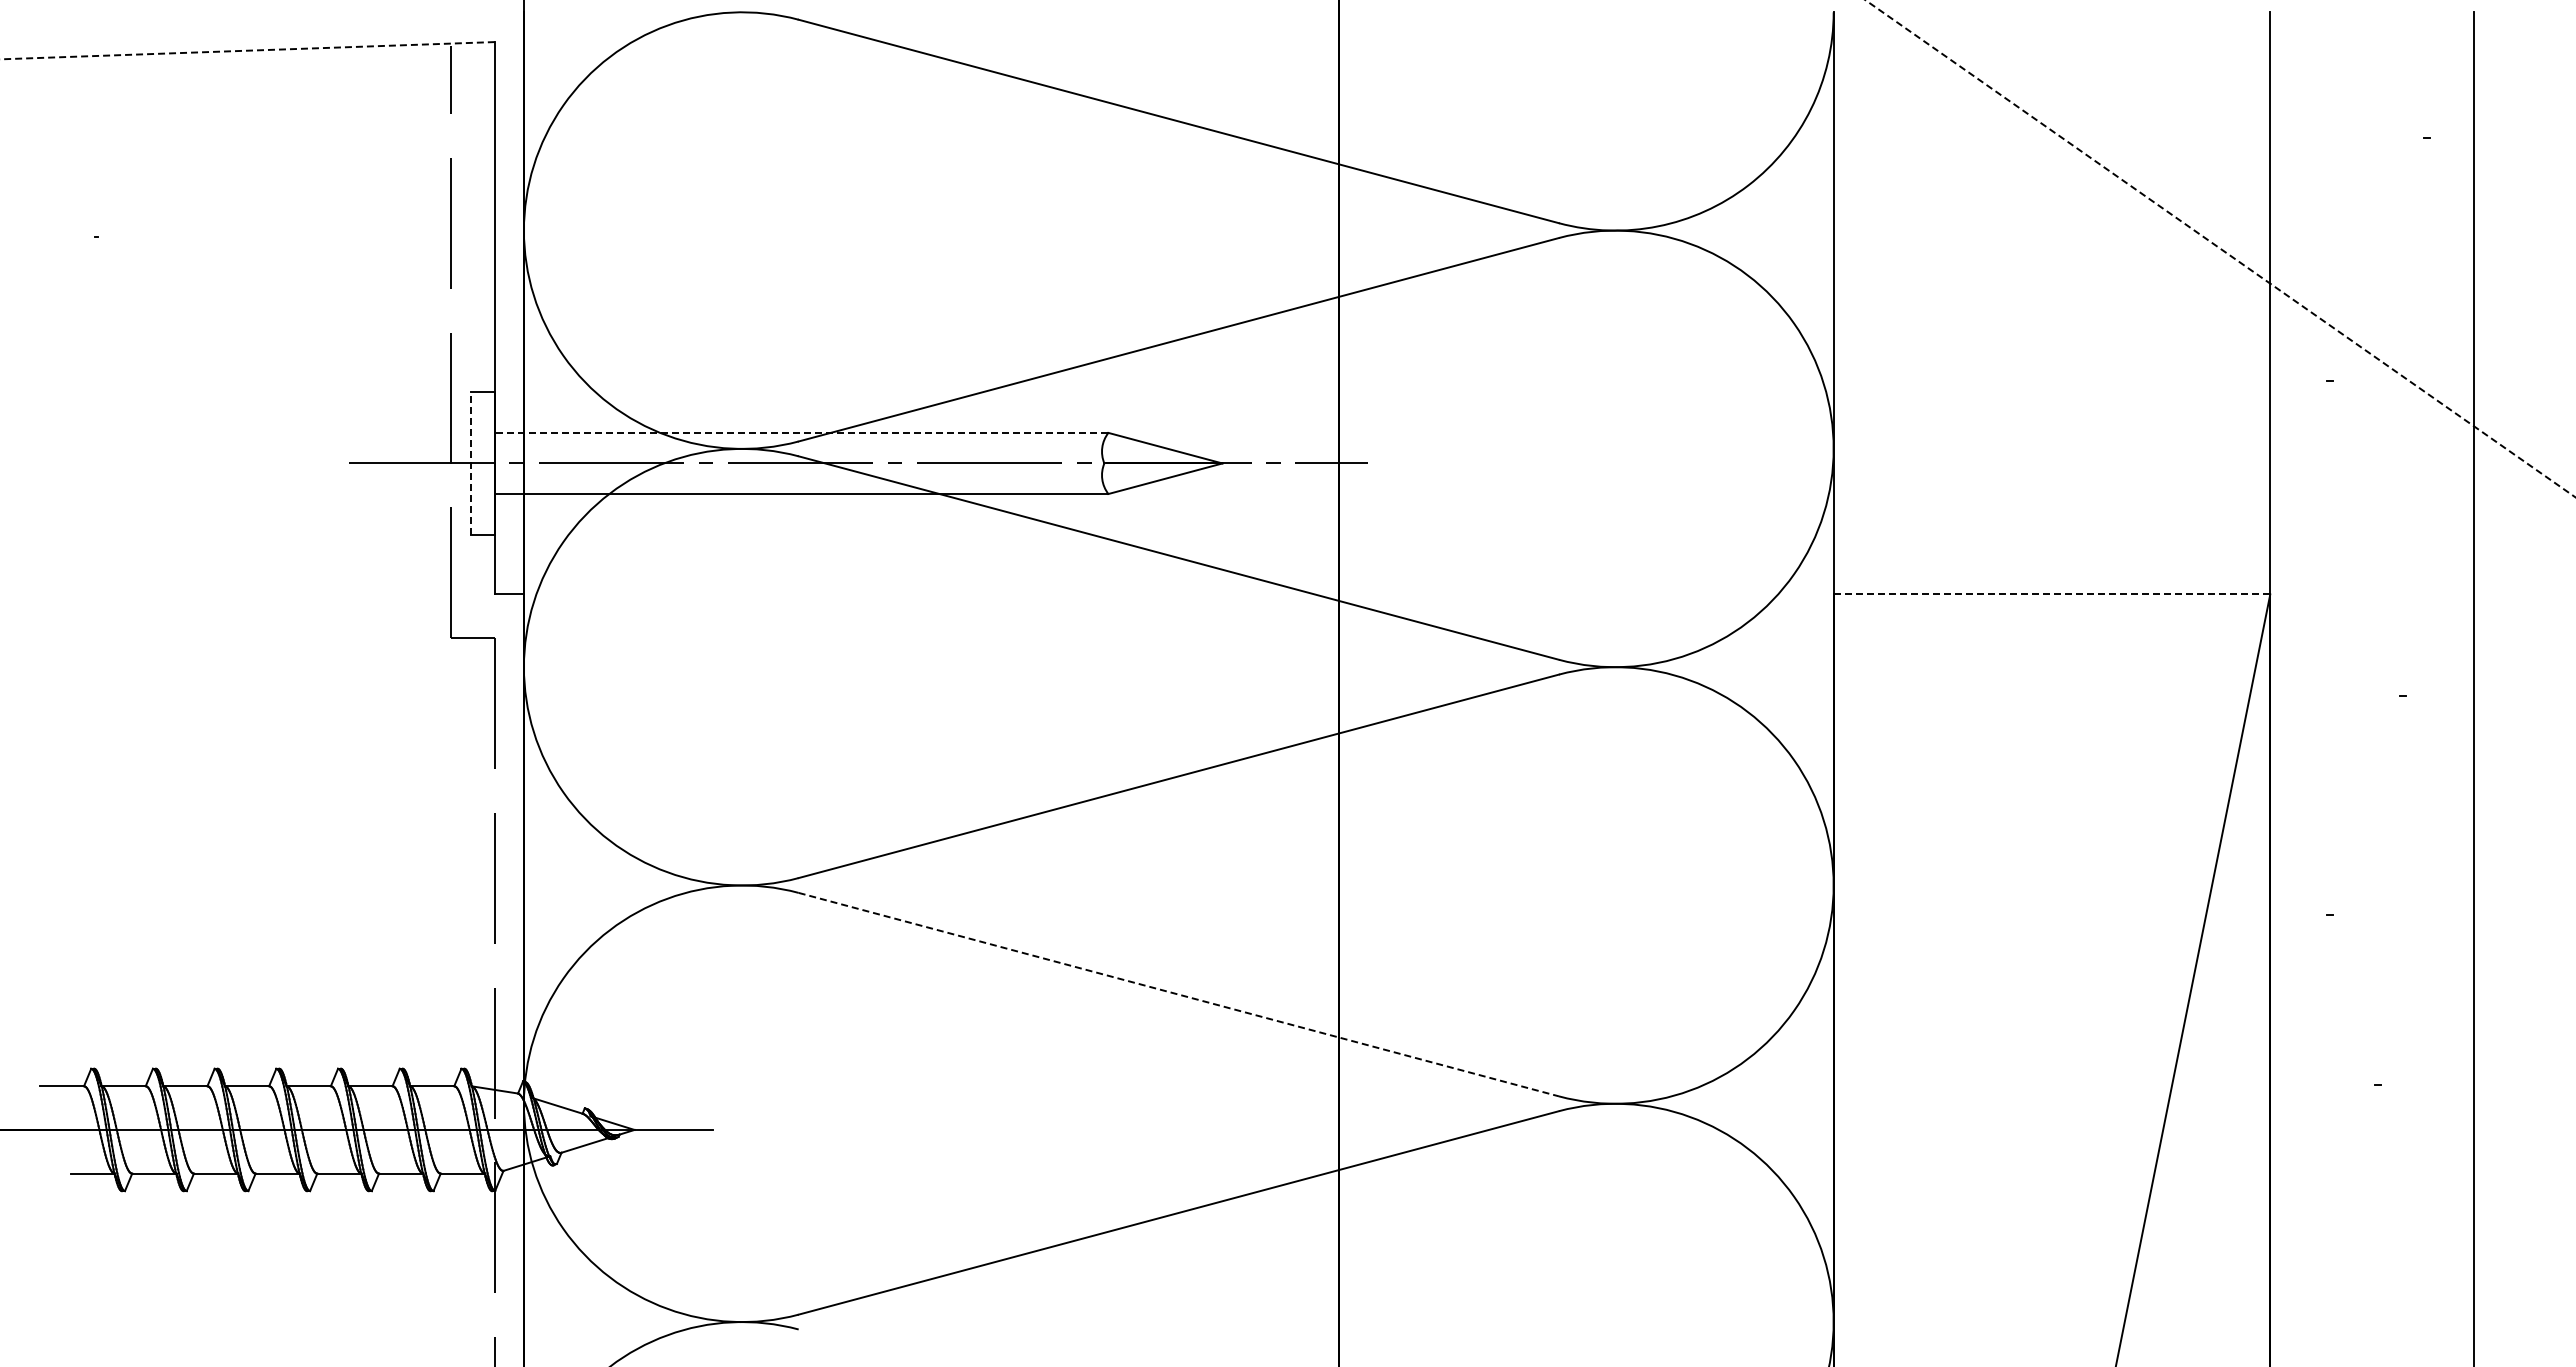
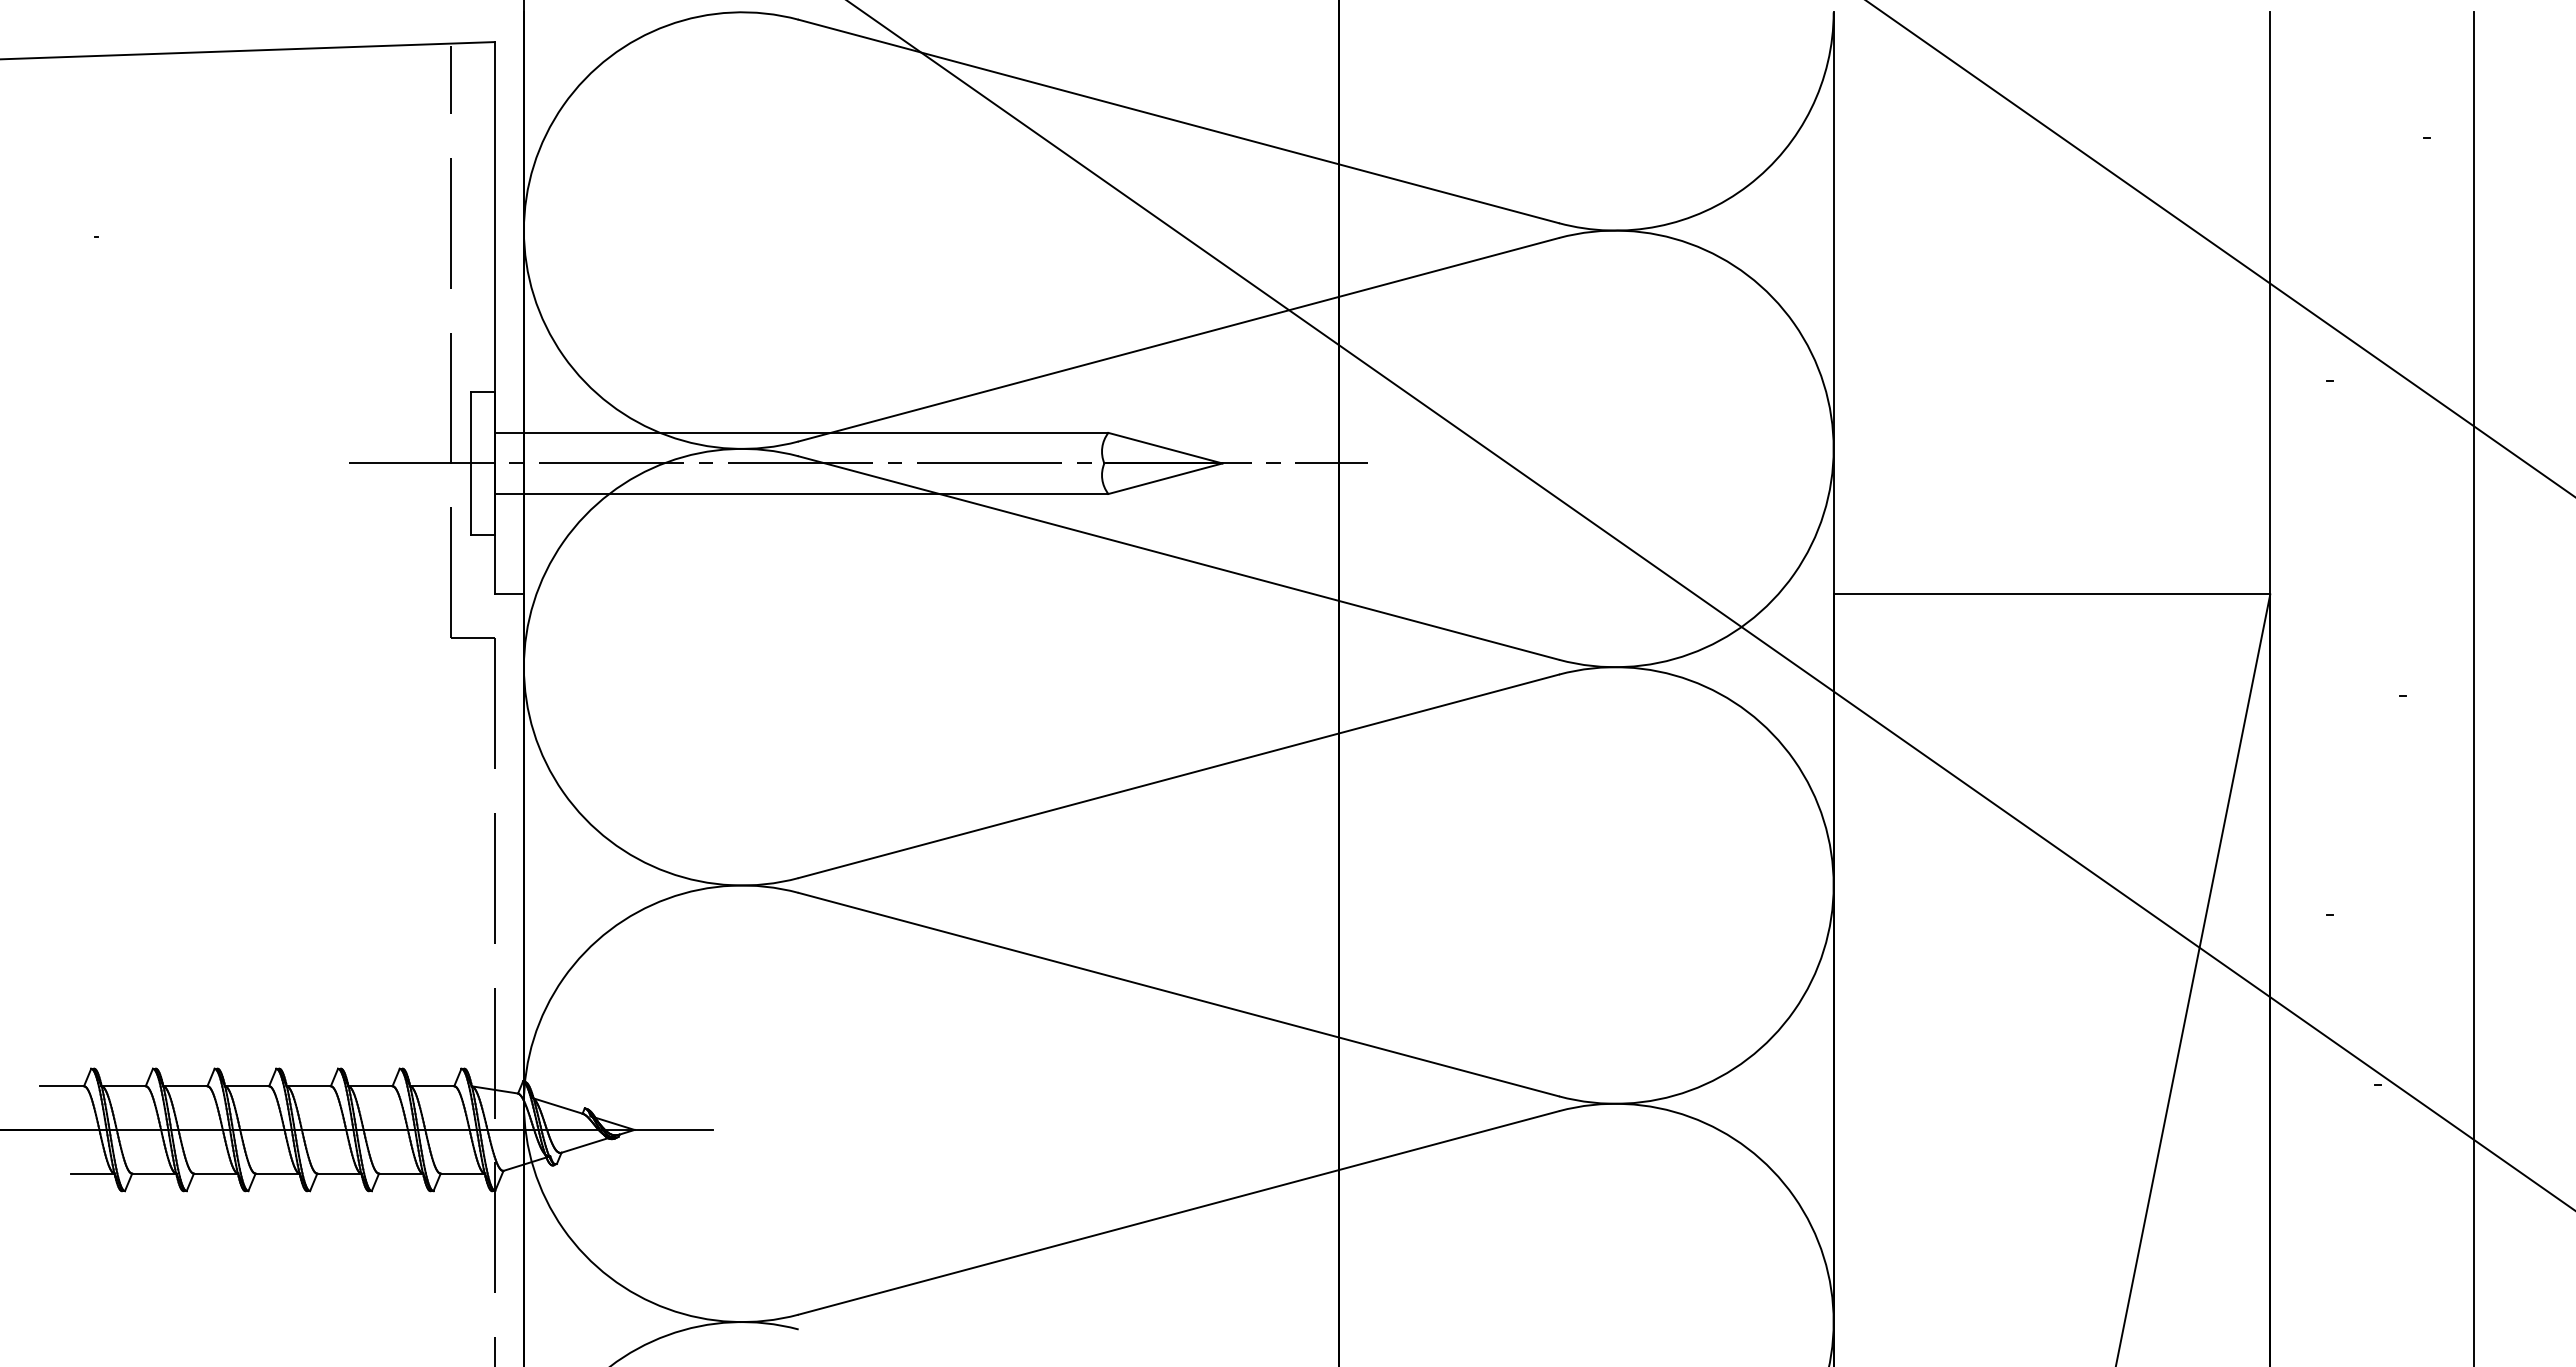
line at (247, 50): dashed -> solid
line at (2220, 248): dashed -> solid
line at (801, 432): dashed -> solid
line at (470, 463): dashed -> solid
line at (2052, 594): dashed -> solid
line at (1710, 605): none -> present
line at (1178, 994): dashed -> solid
